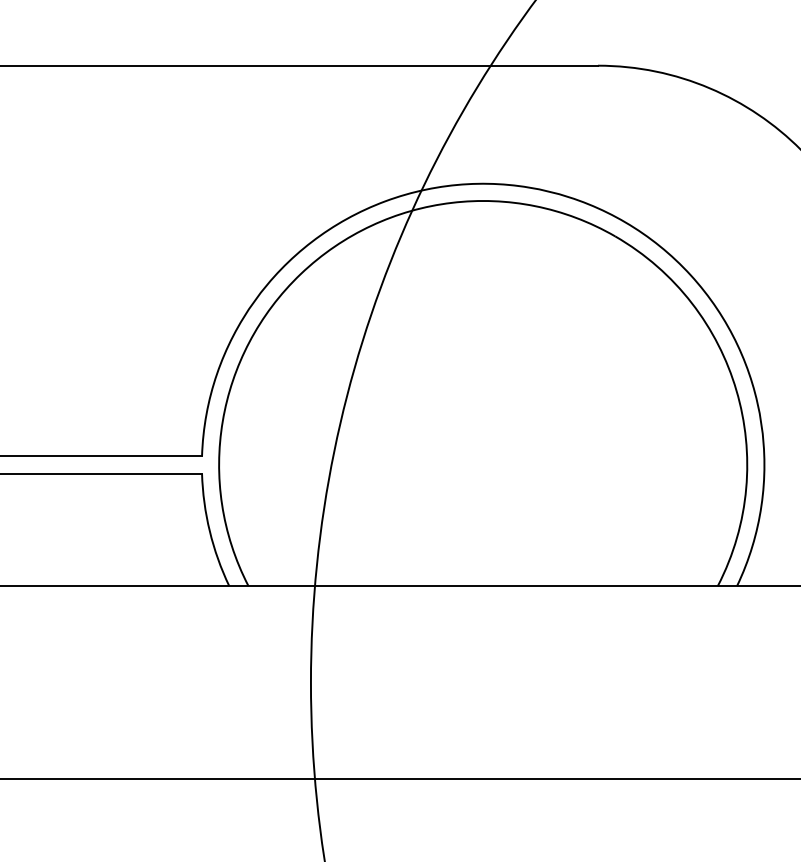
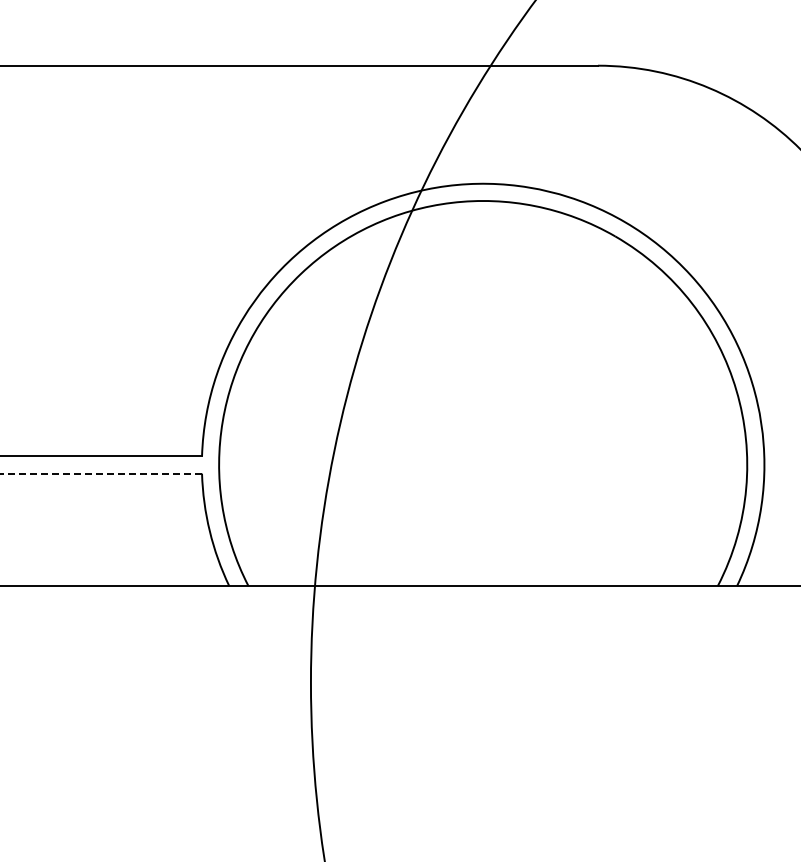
line at (101, 473): solid -> dashed
line at (399, 779): present -> none
